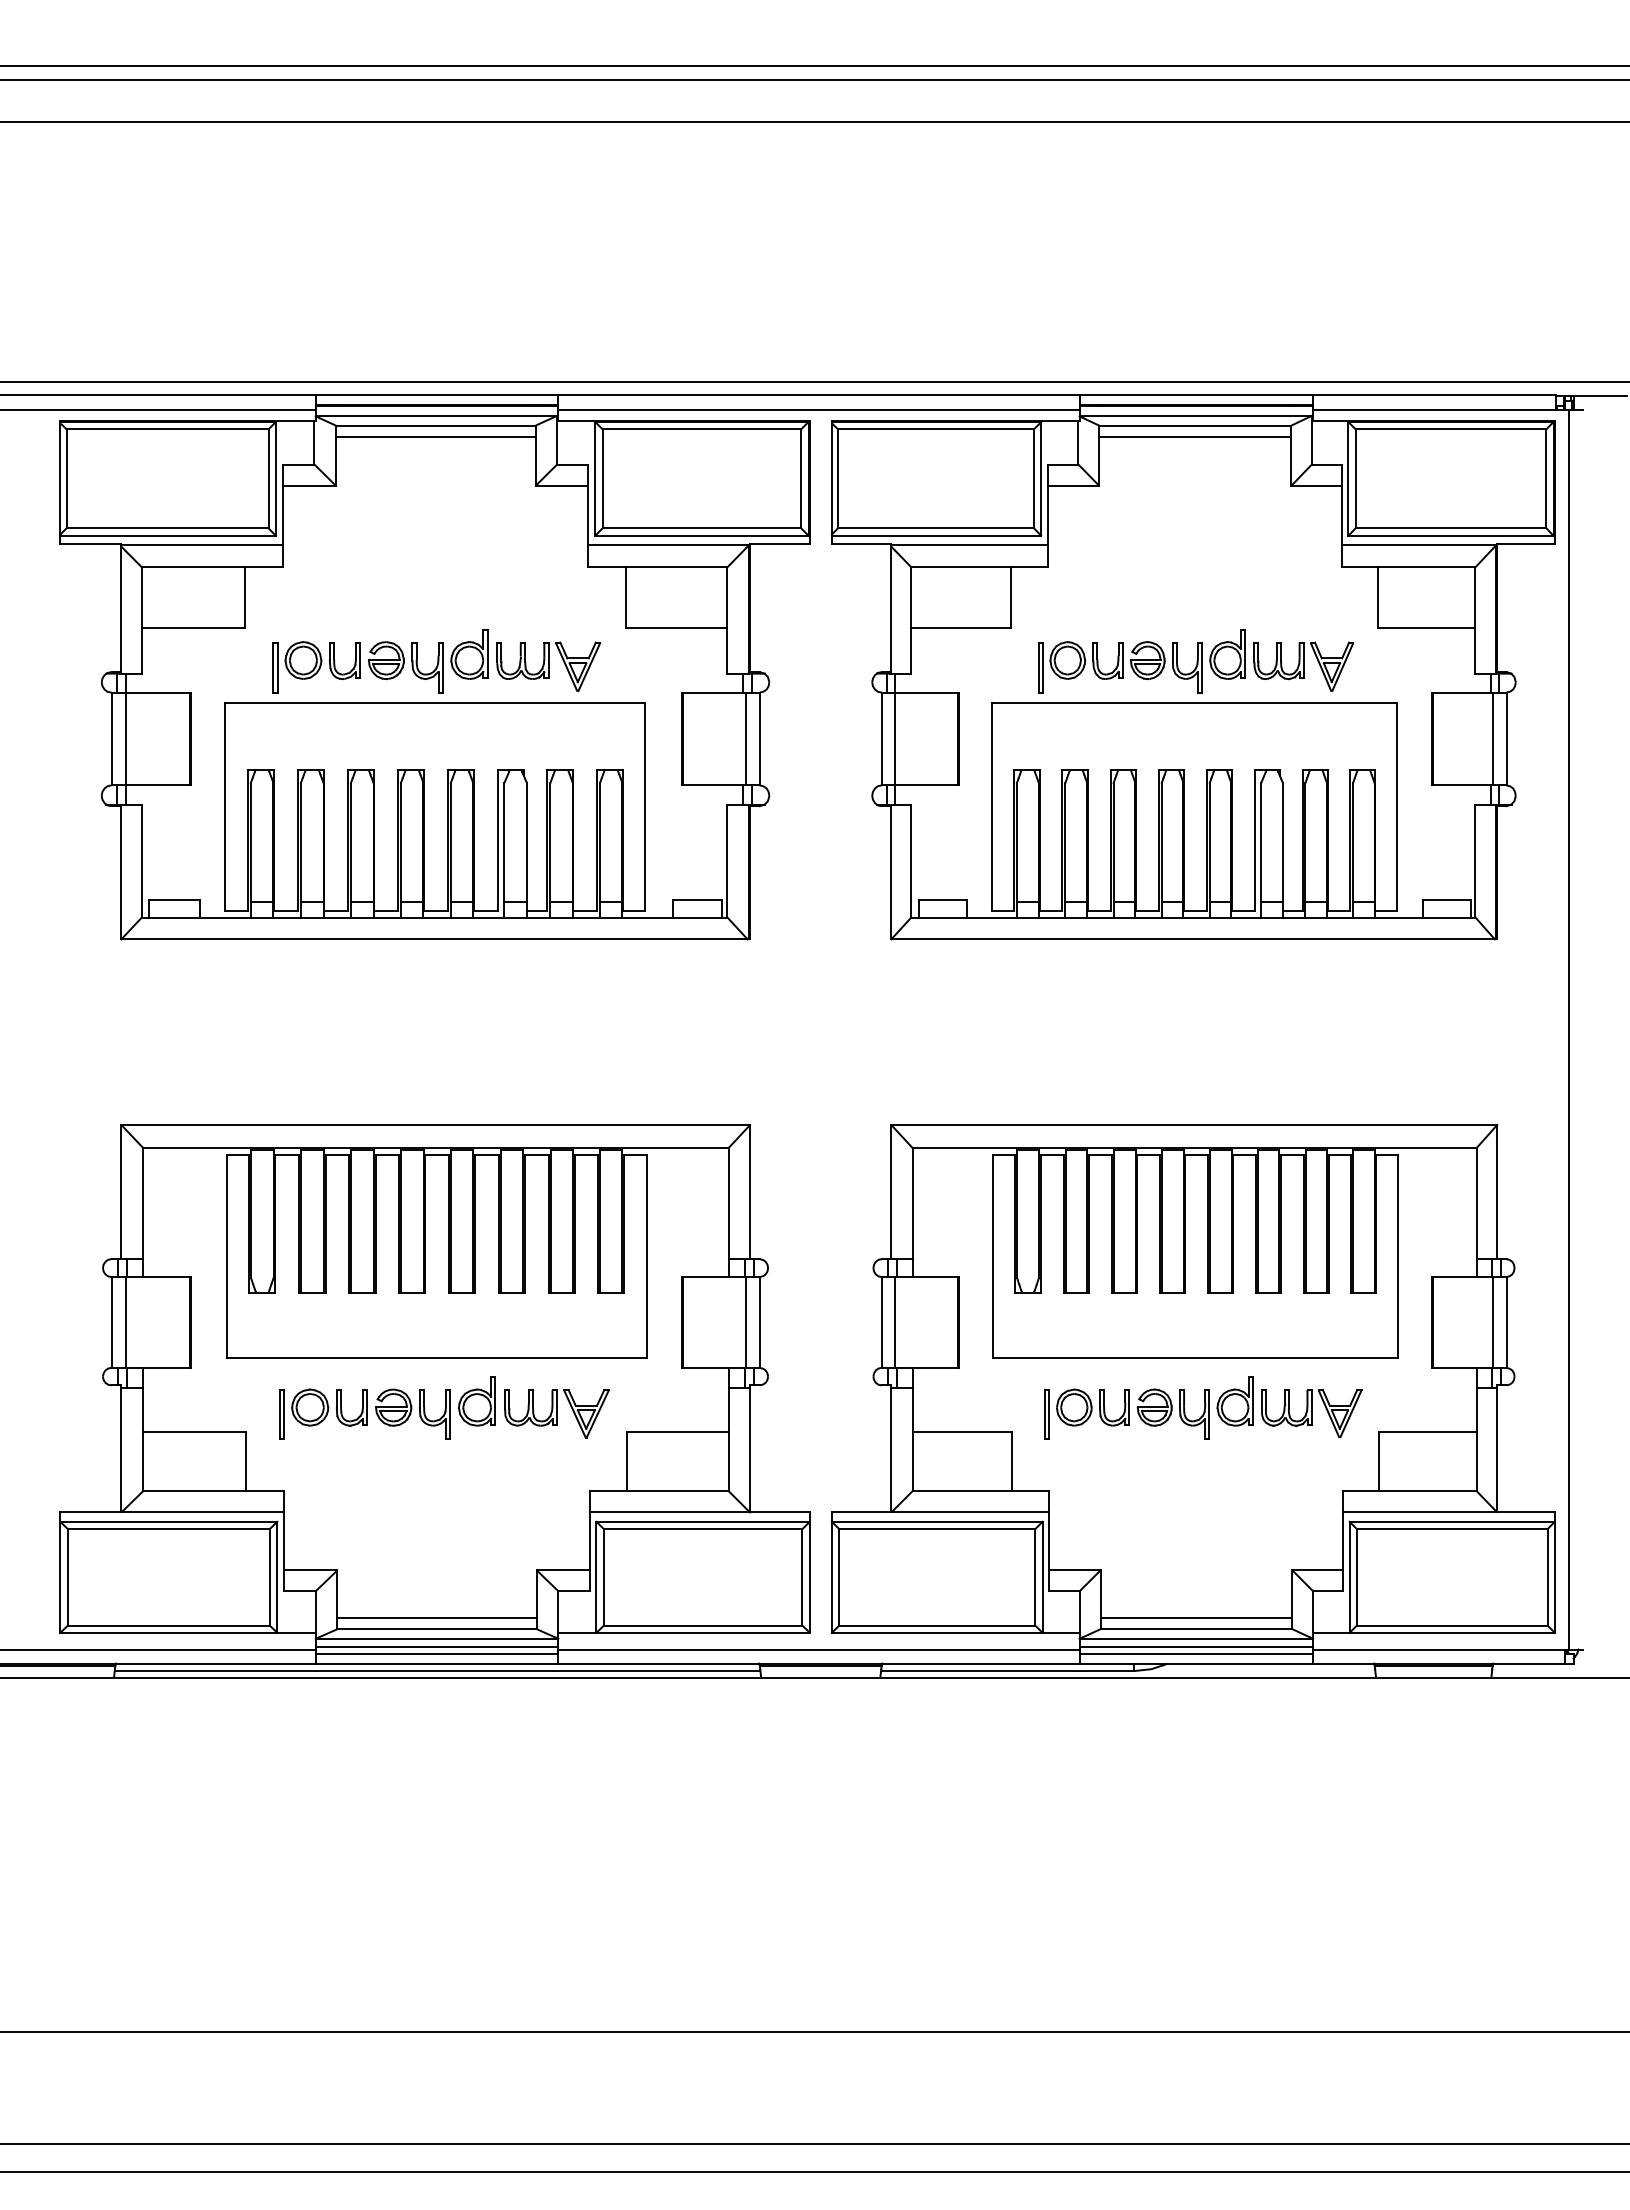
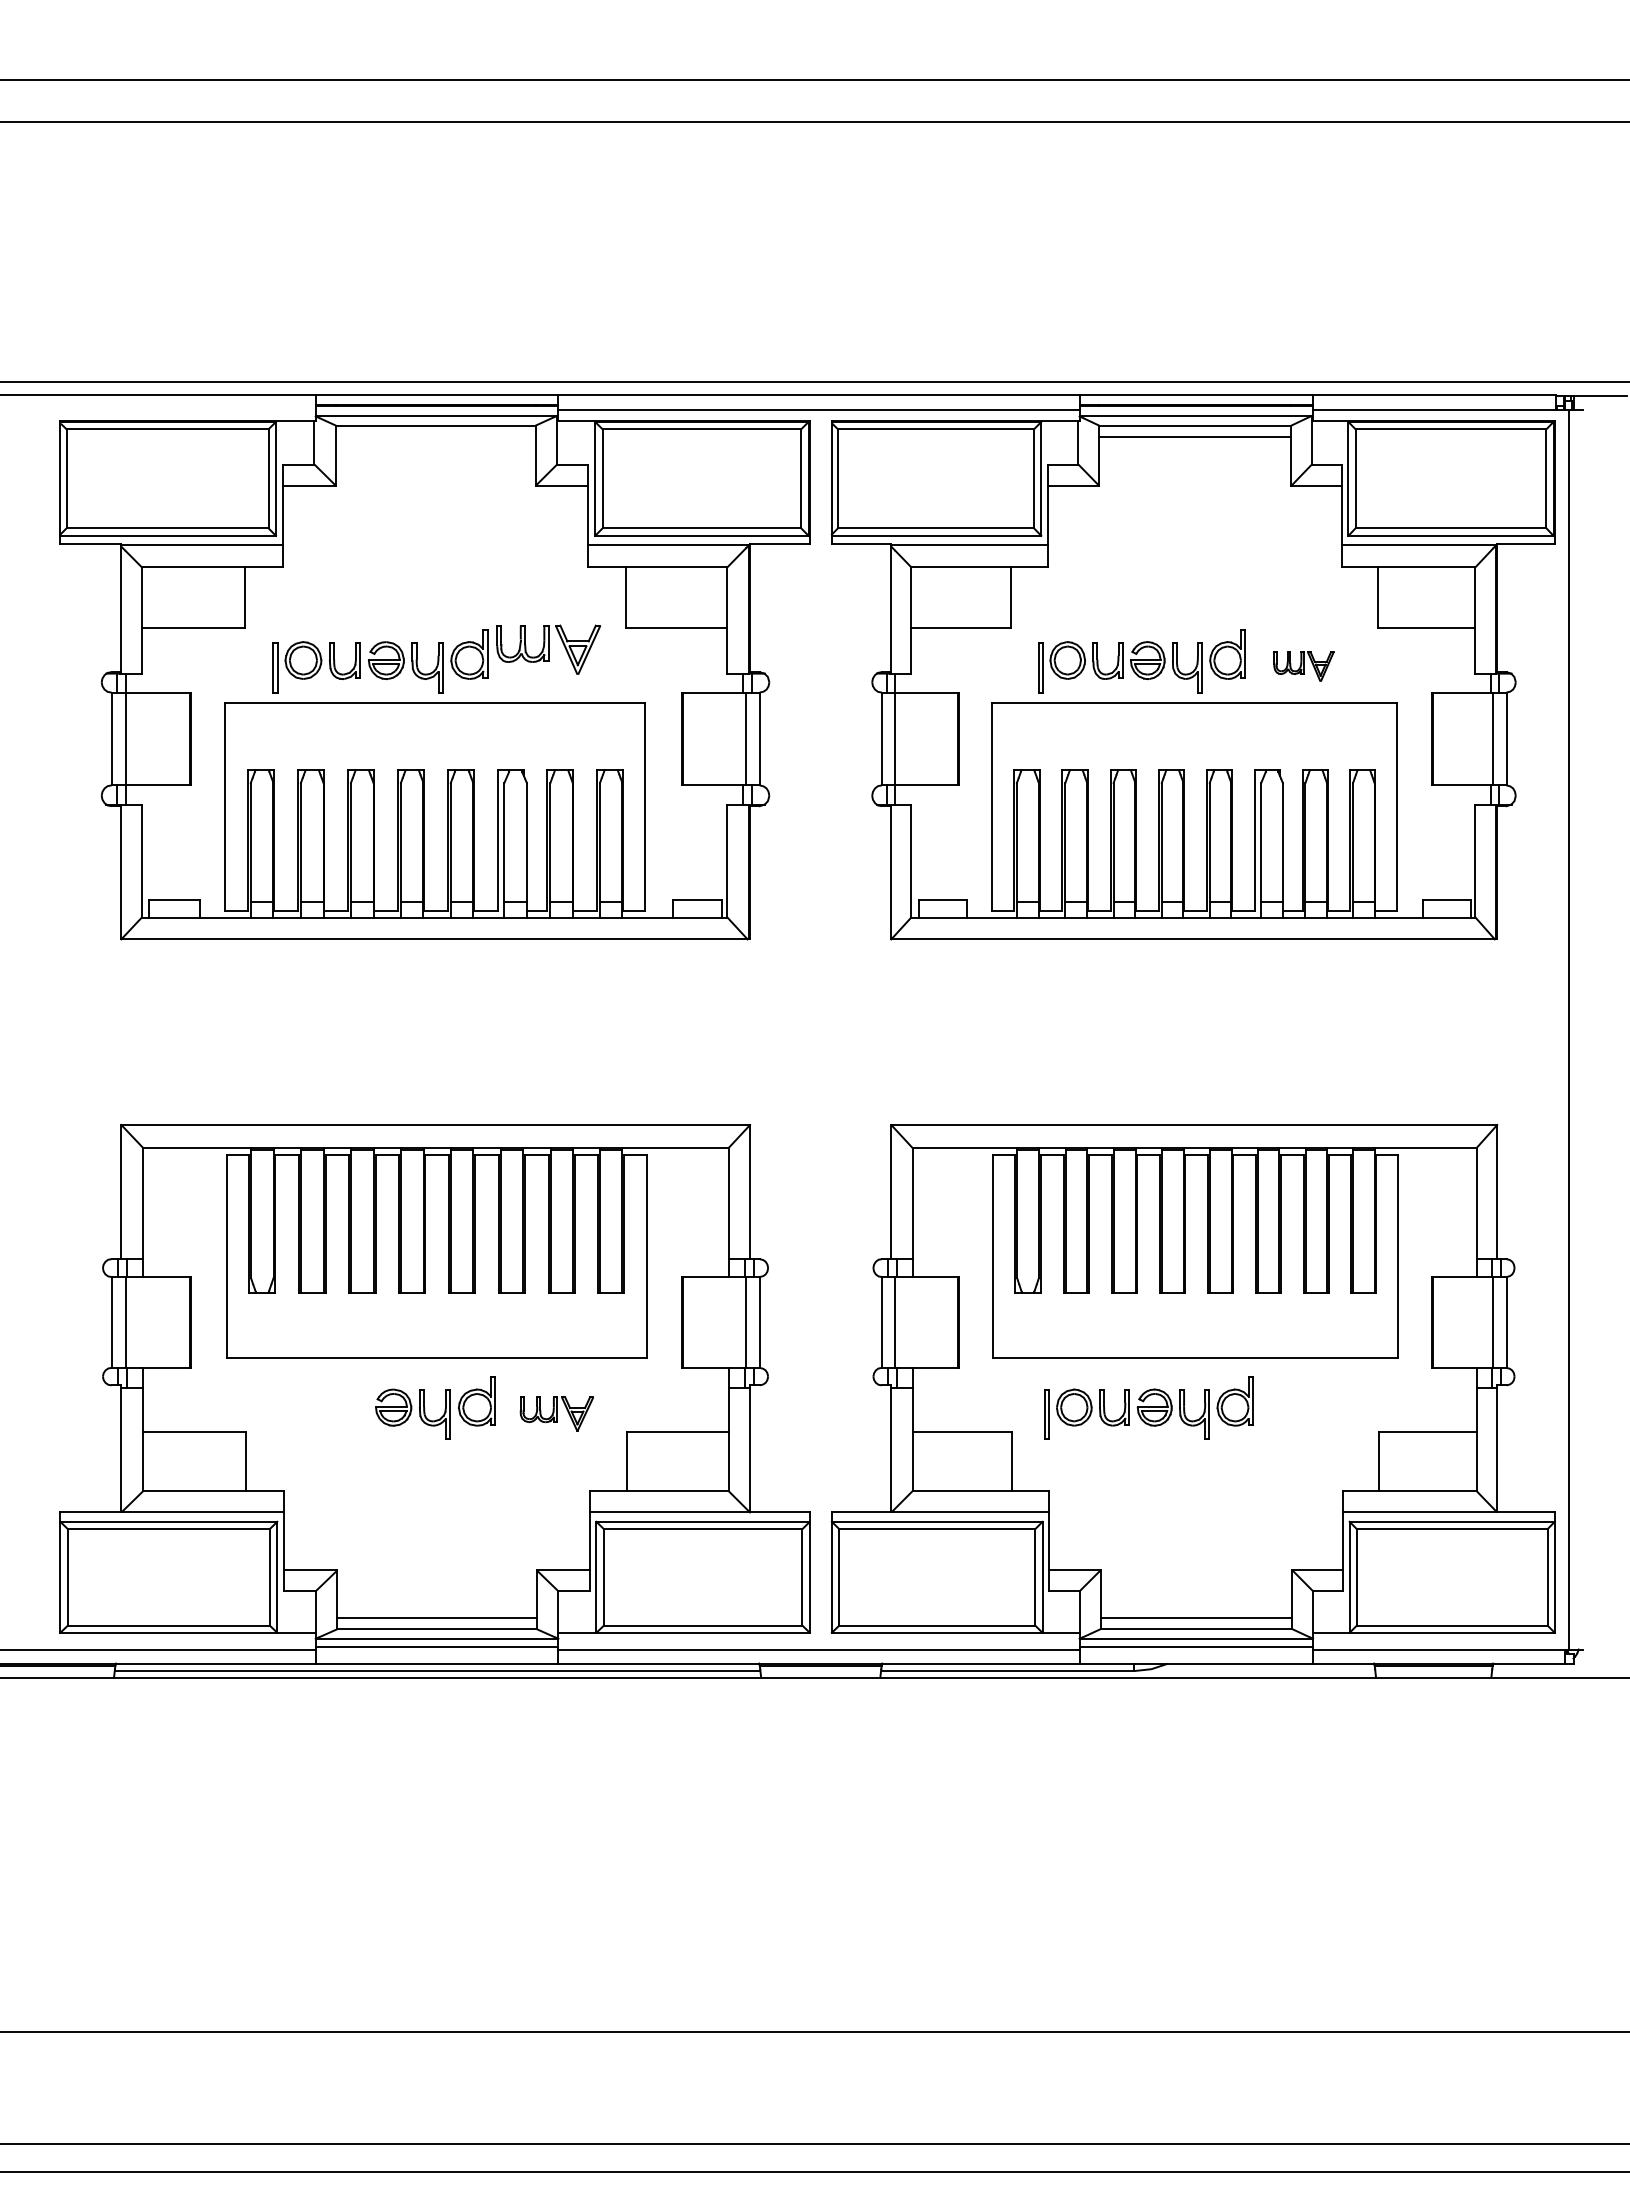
line at (814, 66): present -> none
line at (158, 409): present -> none
line at (435, 436): present -> none
part at (548, 666) position: (548, 666) -> (548, 649)
part at (1303, 666) size: 102x51 px -> 62x31 px
part at (323, 1413): present -> none
part at (556, 1413) size: 106x50 px -> 75x36 px
part at (1311, 1413): present -> none
line at (436, 1654): present -> none
line at (1196, 1654): present -> none
